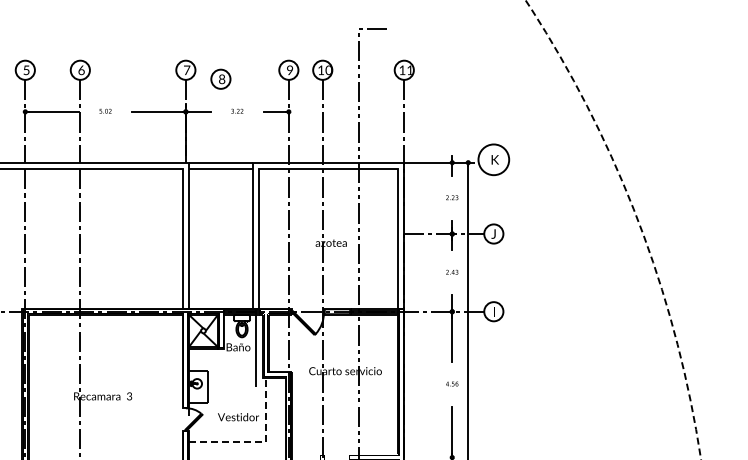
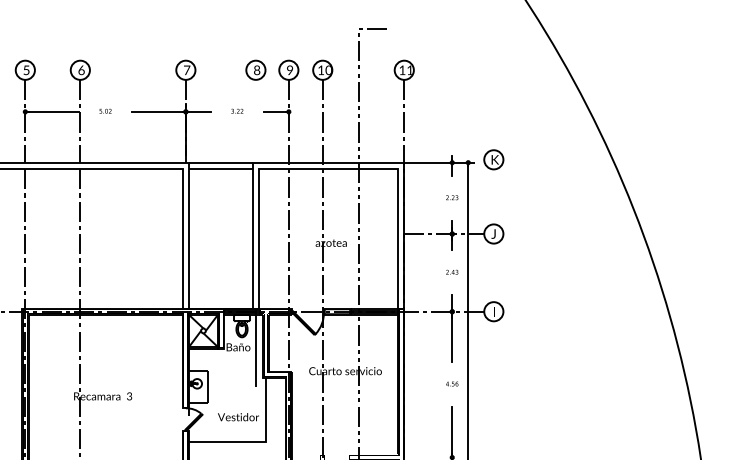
part at (220, 78) position: (220, 78) -> (255, 69)
circle at (493, 159) diameter: 31 px -> 19 px
circle at (613, 229): dashed -> solid
line at (260, 441): dashed -> solid
